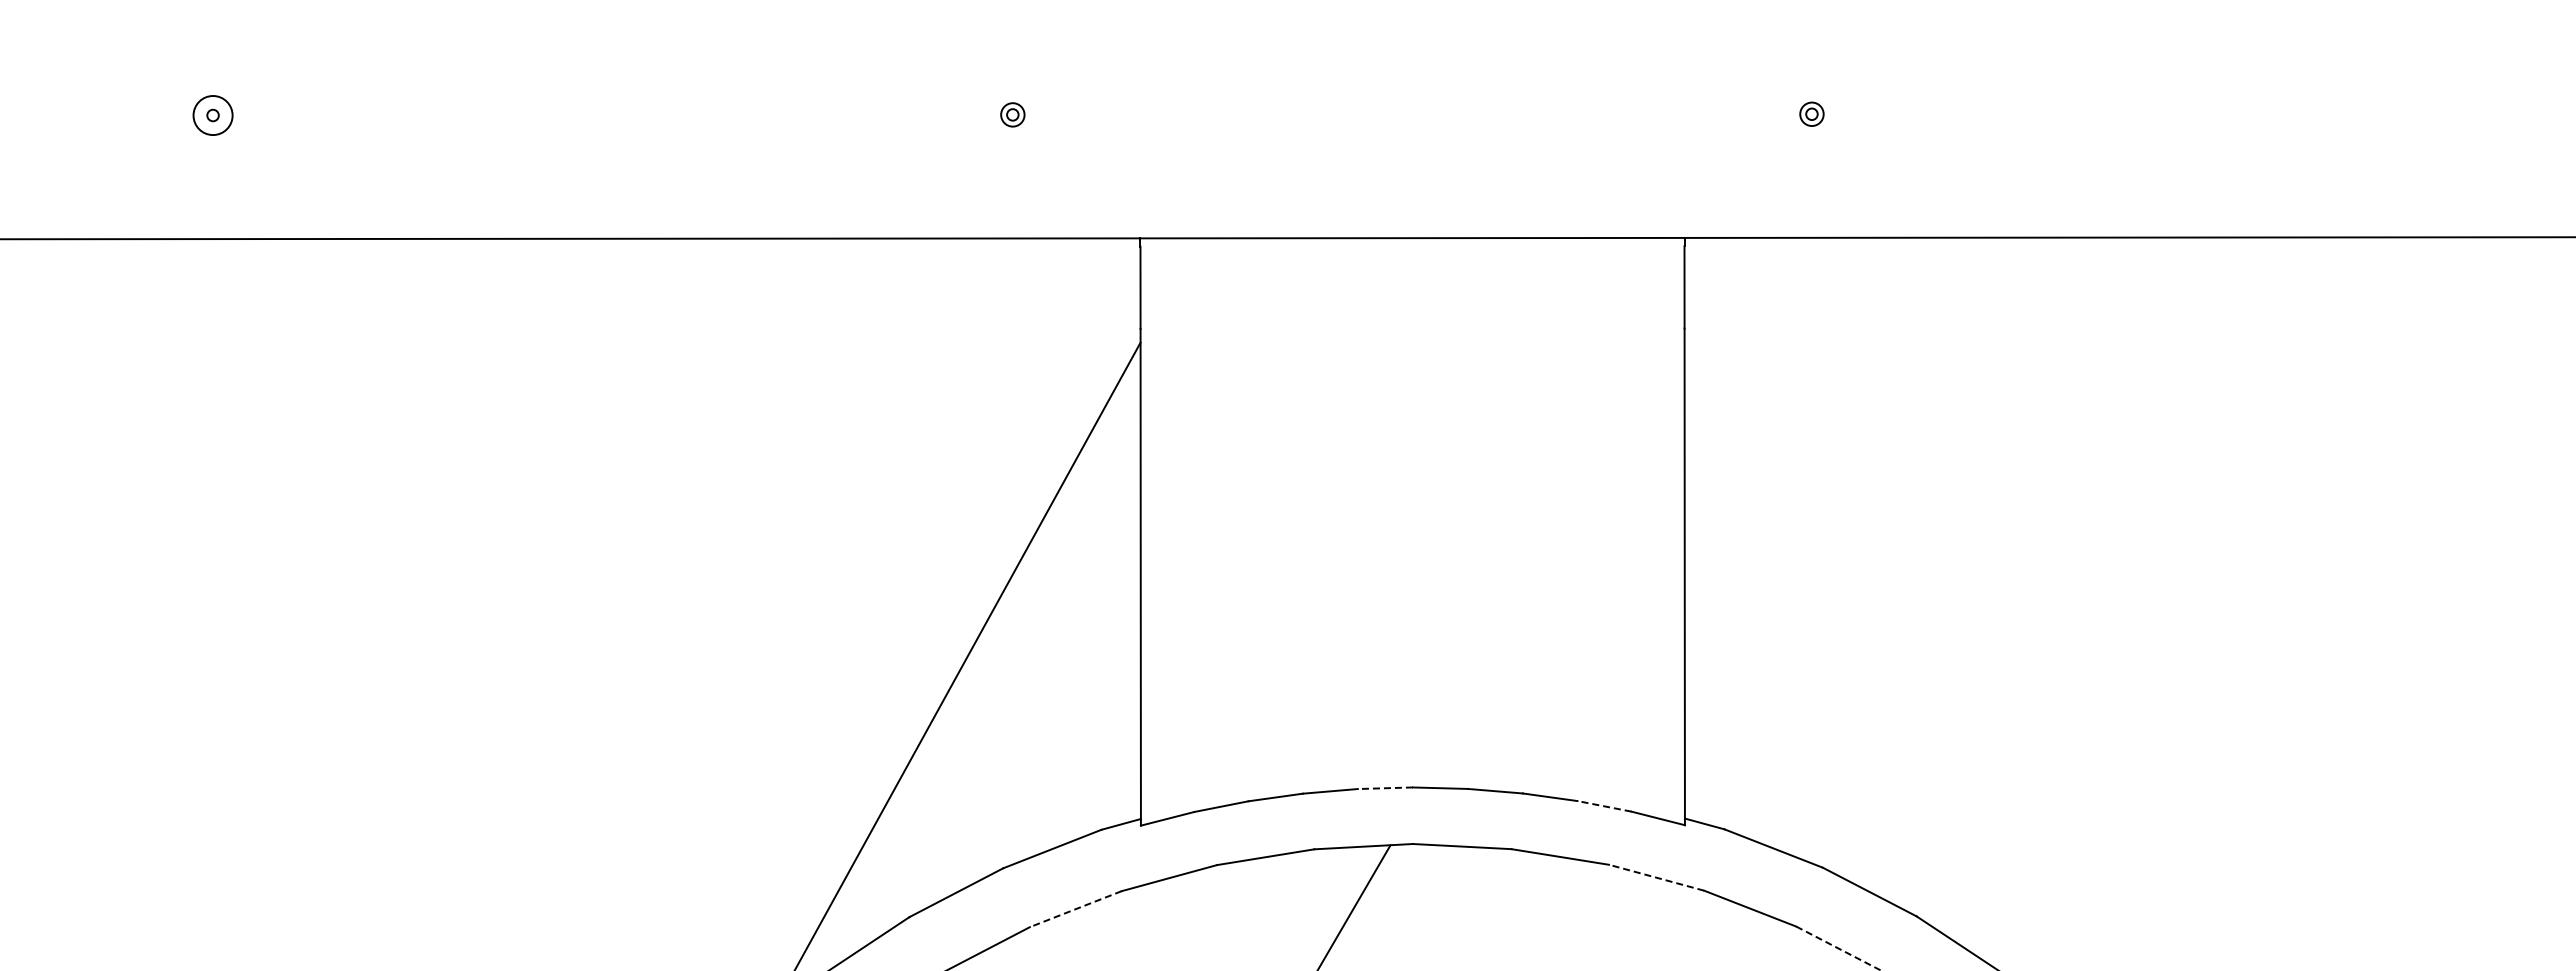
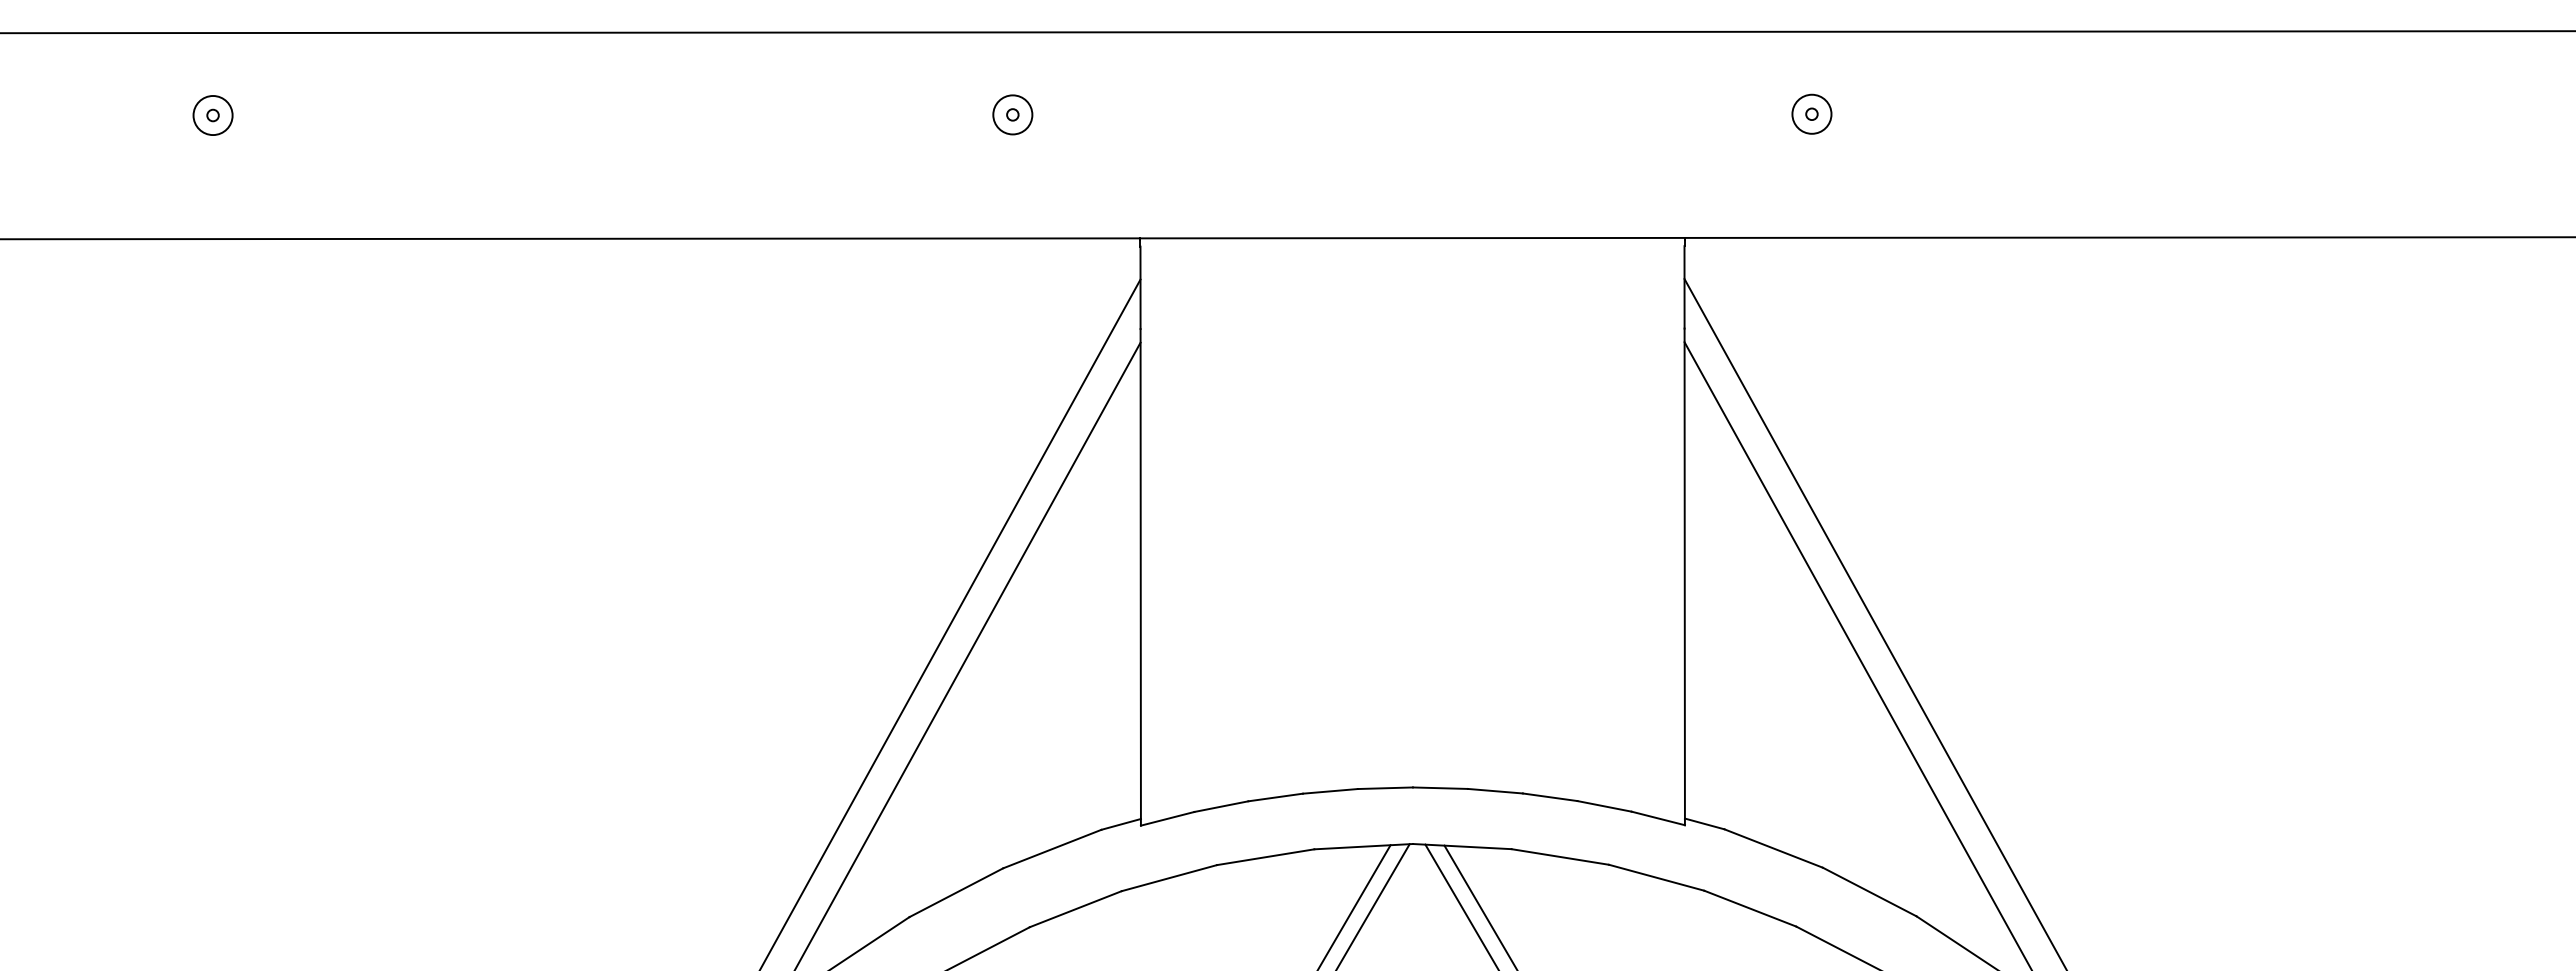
line at (1287, 32): none -> present
circle at (1012, 114) diameter: 23 px -> 39 px
circle at (1811, 114) diameter: 23 px -> 39 px
line at (950, 623): none -> present
line at (1874, 623): none -> present
line at (1857, 654): none -> present
line at (1385, 788): dashed -> solid
line at (1604, 806): dashed -> solid
line at (1656, 877): dashed -> solid
line at (1373, 905): none -> present
line at (1461, 905): none -> present
line at (1479, 906): none -> present
line at (1075, 909): dashed -> solid
line at (1838, 948): dashed -> solid
